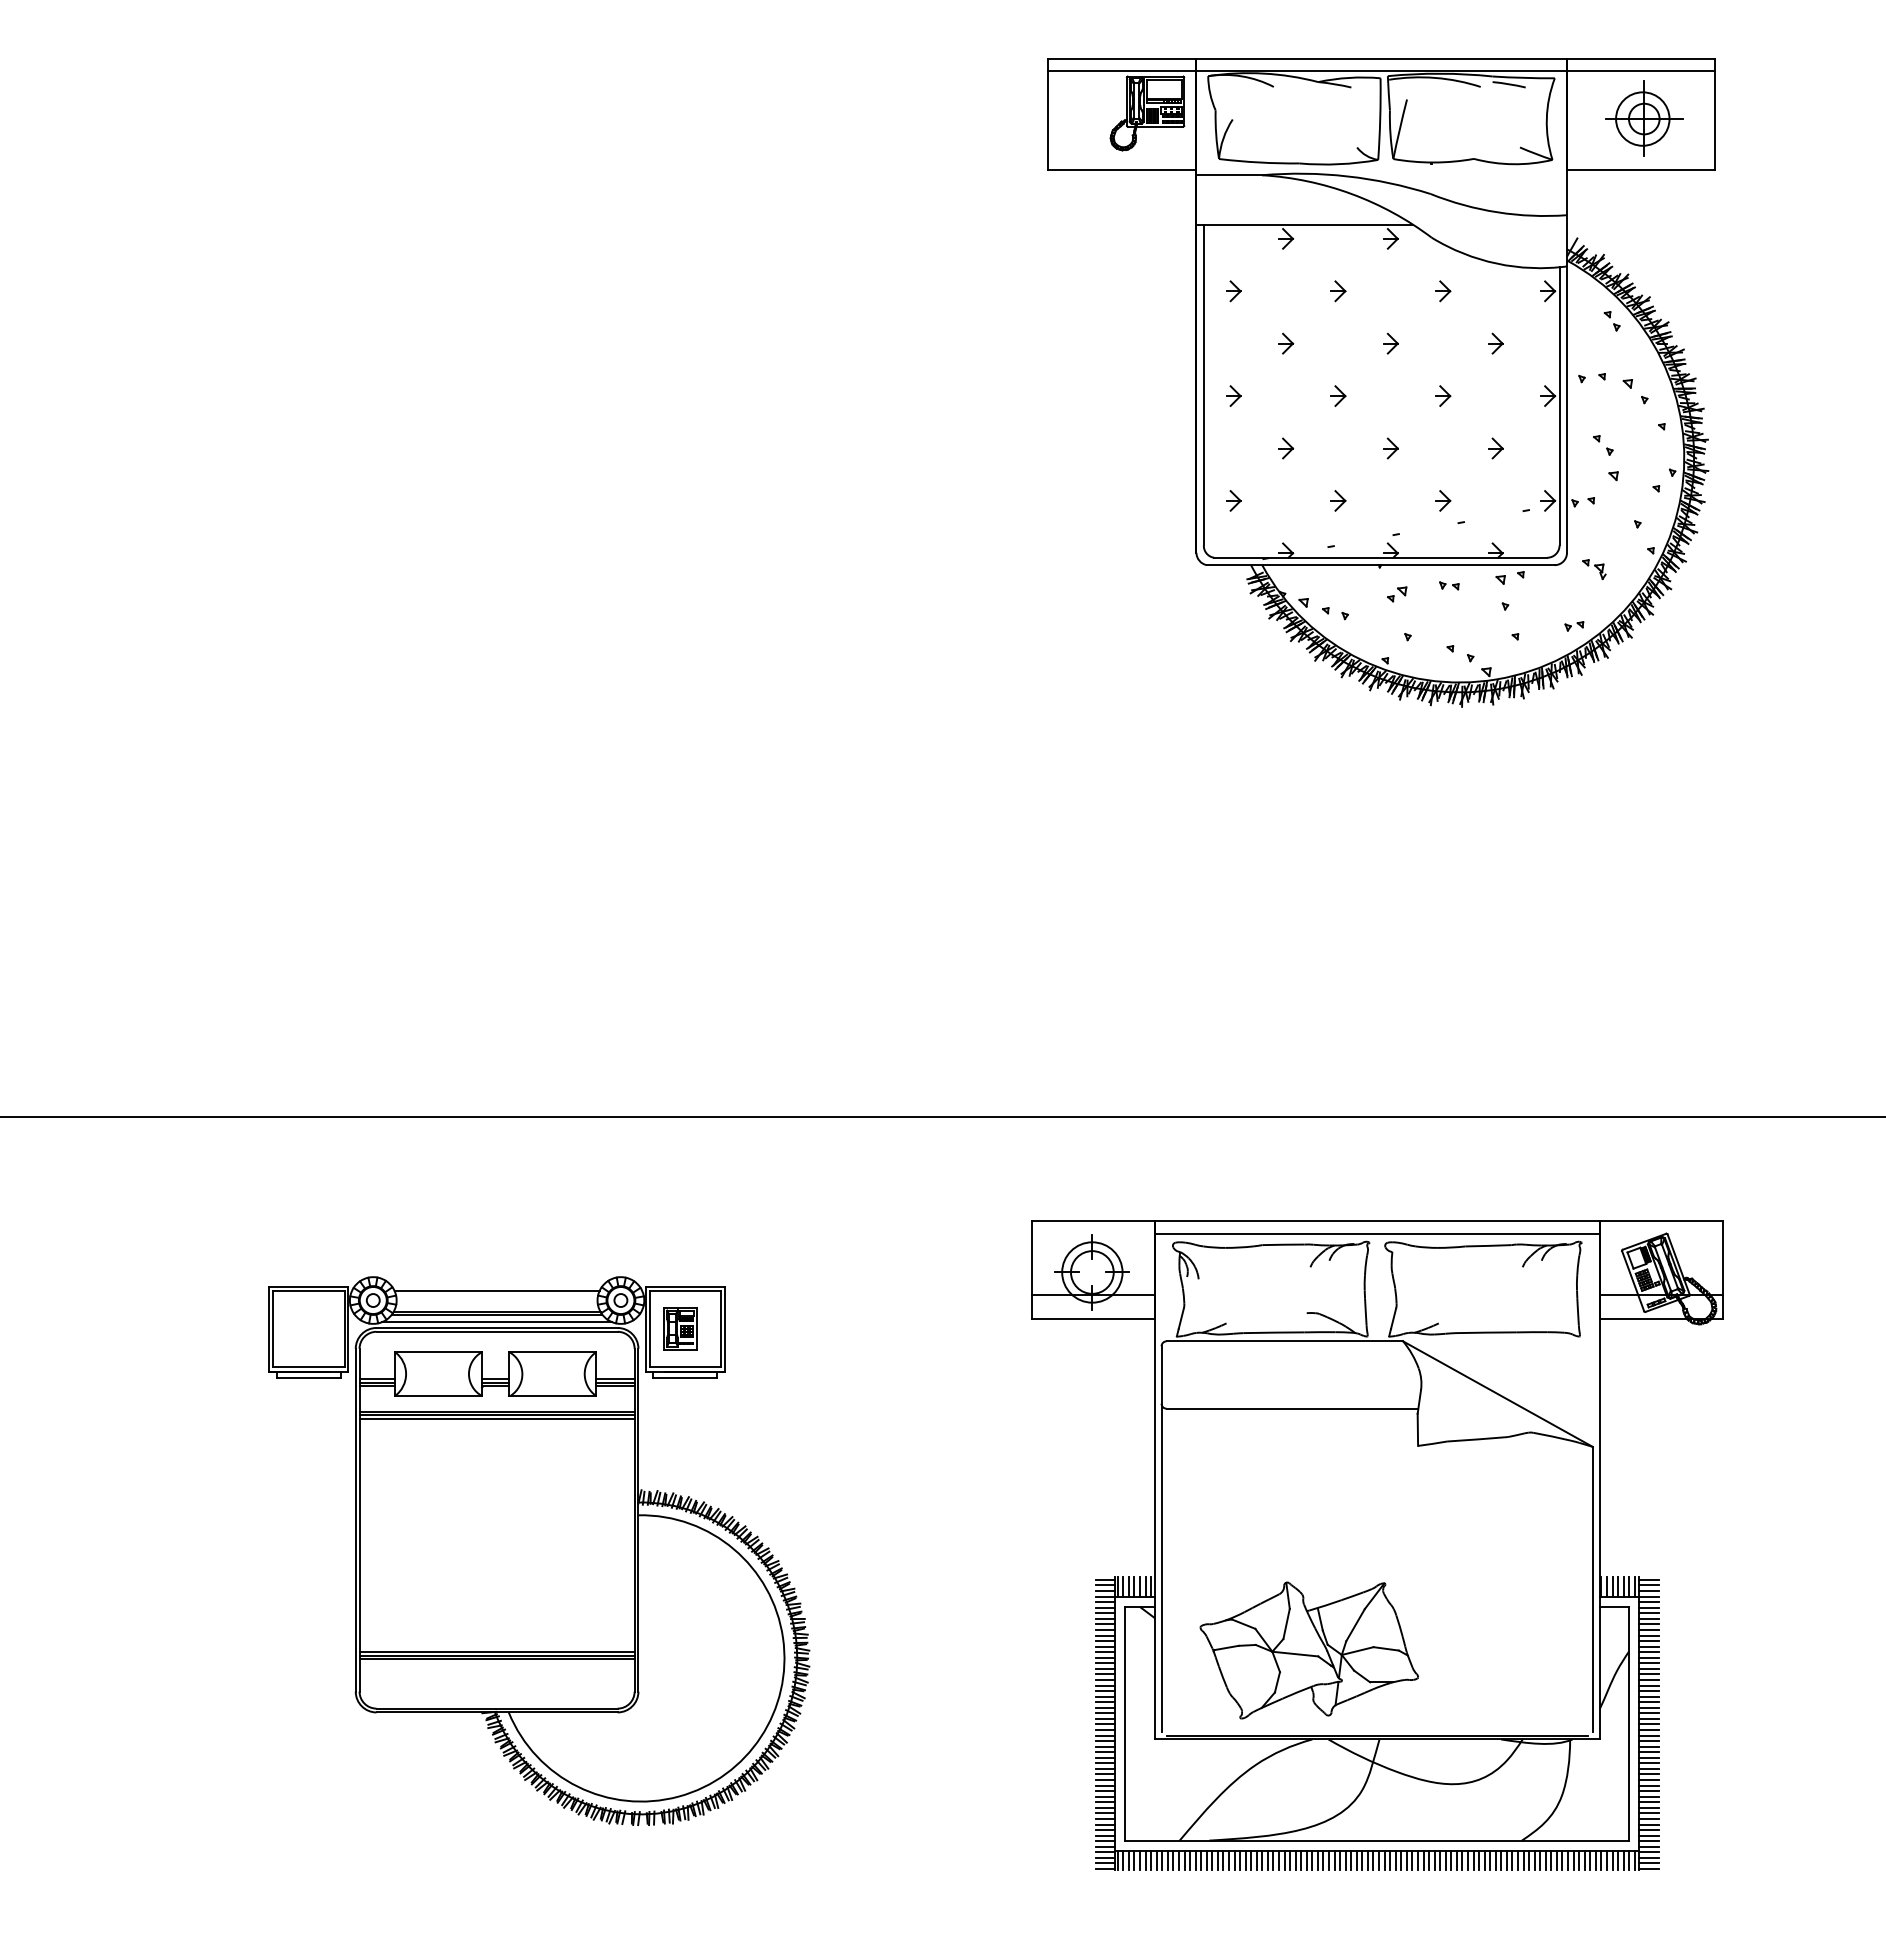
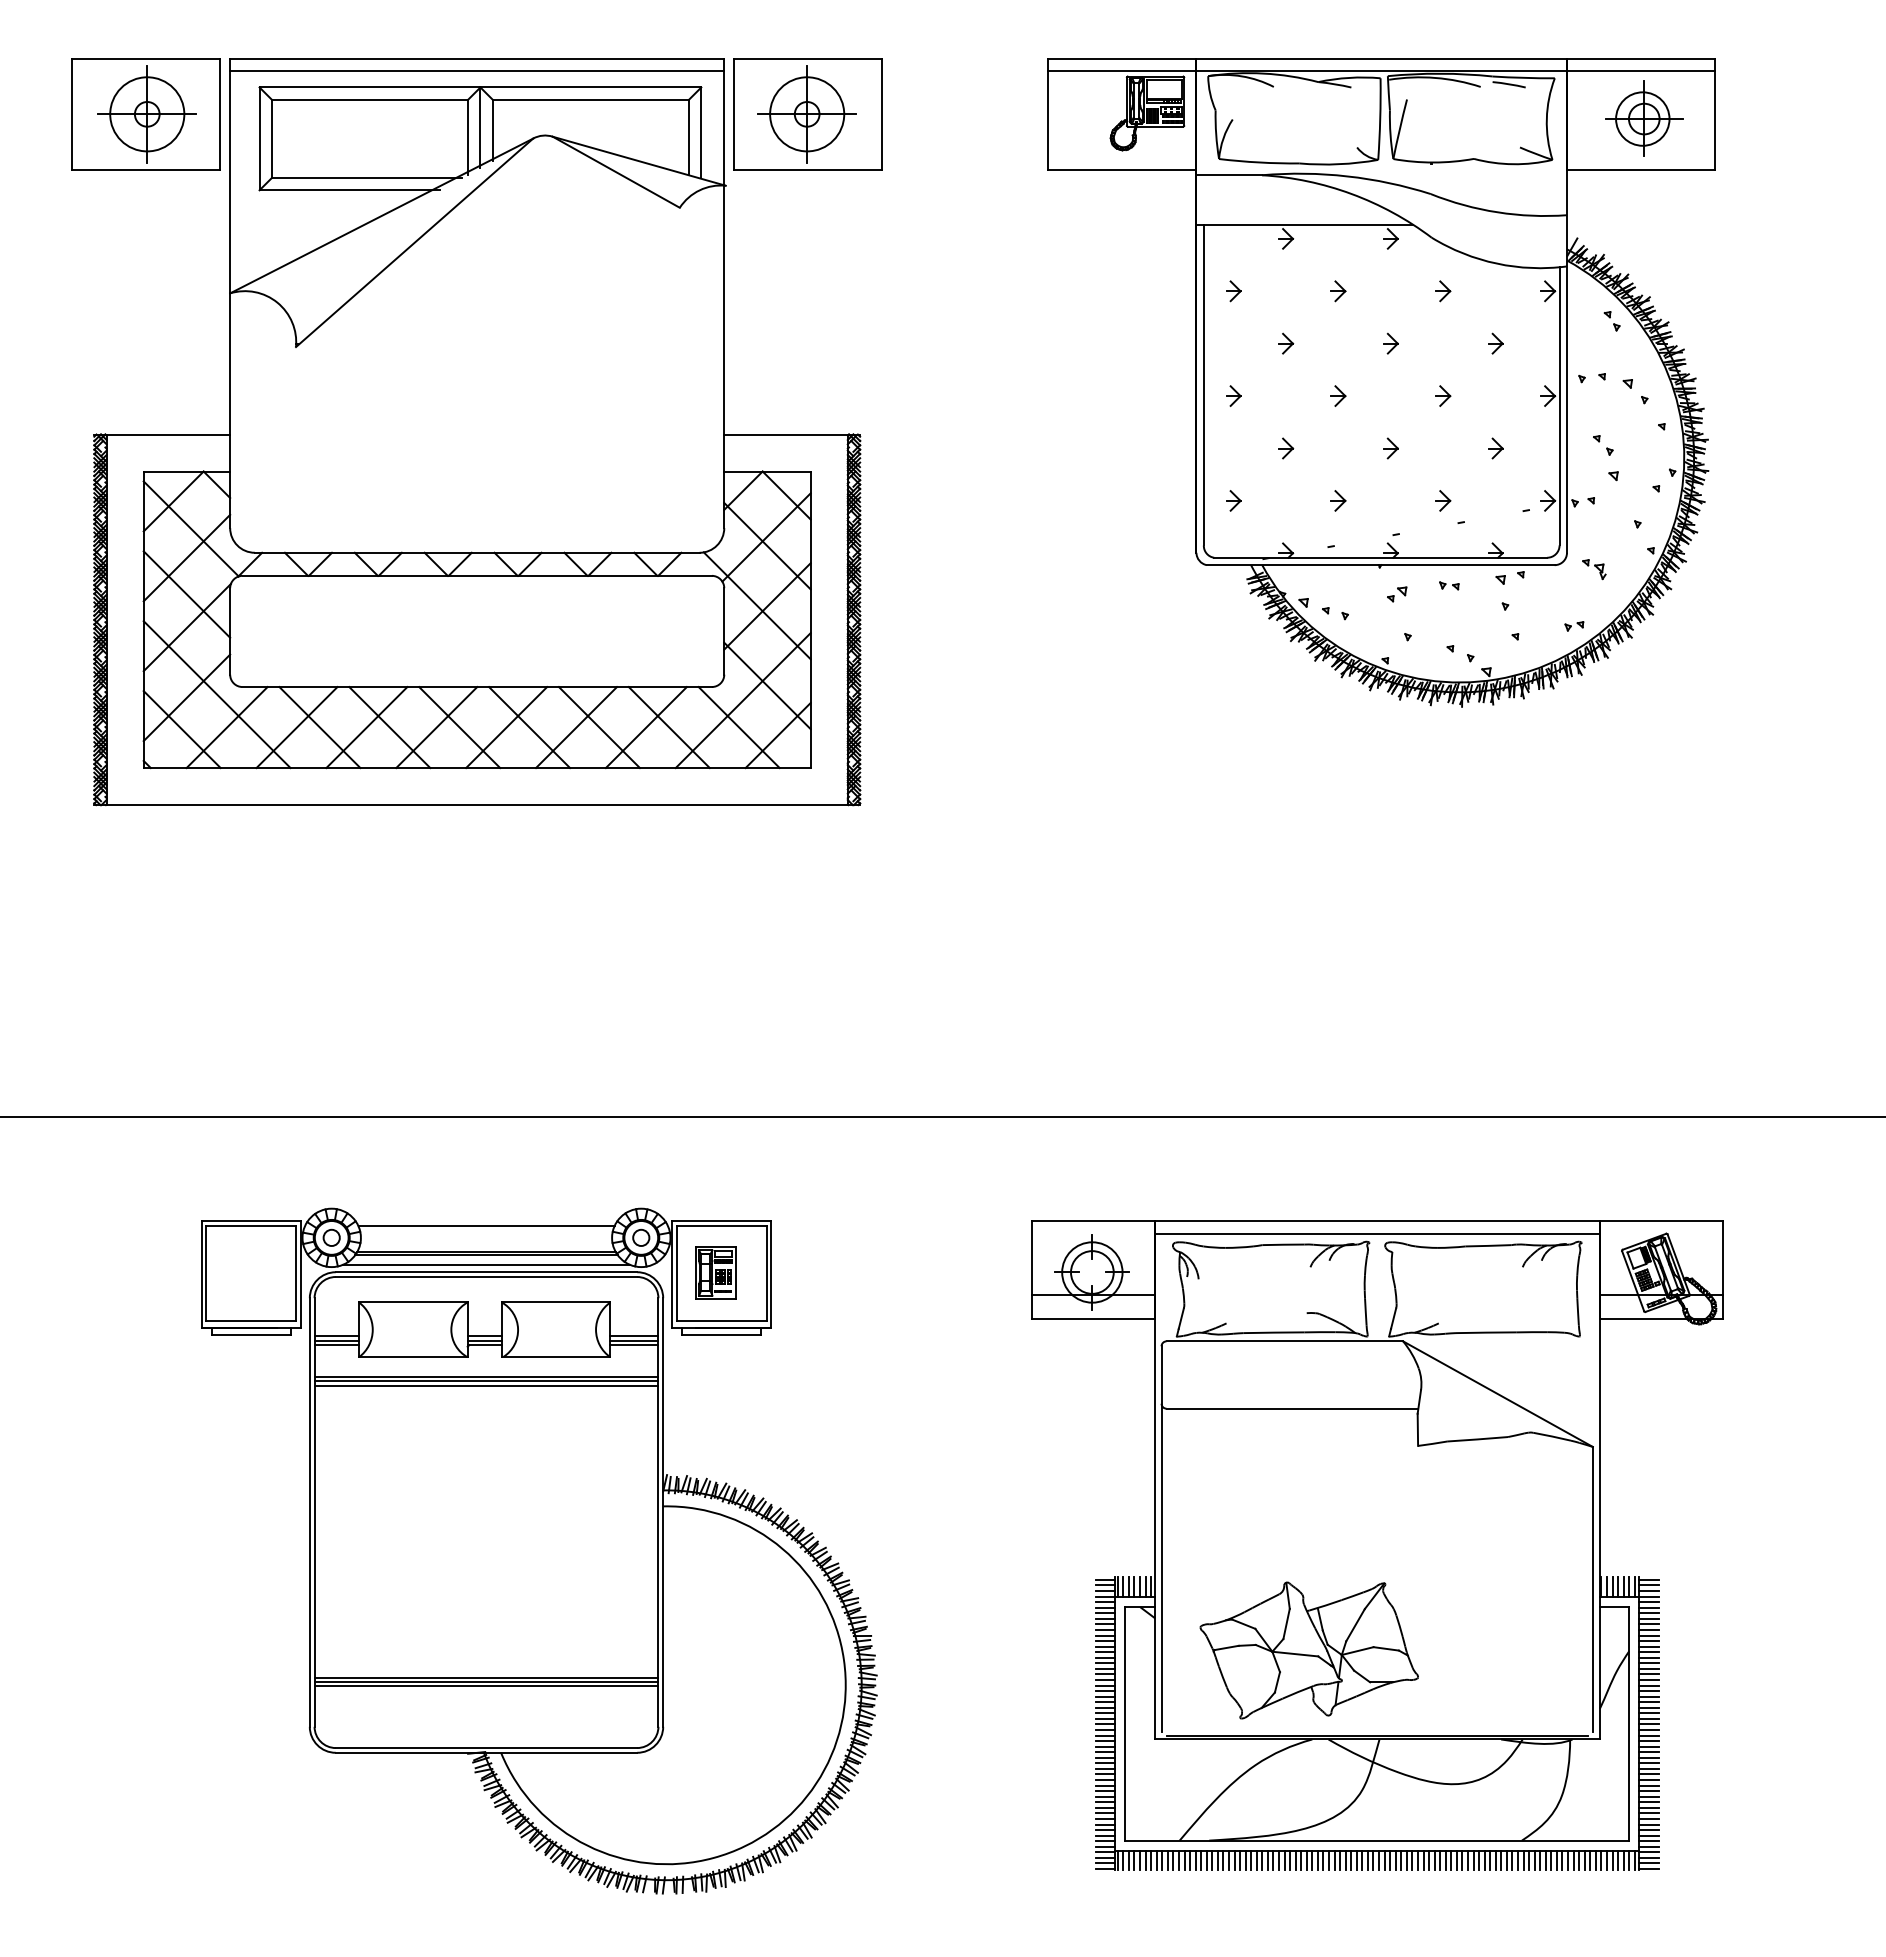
part at (476, 432): none -> present
part at (539, 1550) size: 543x550 px -> 677x688 px
